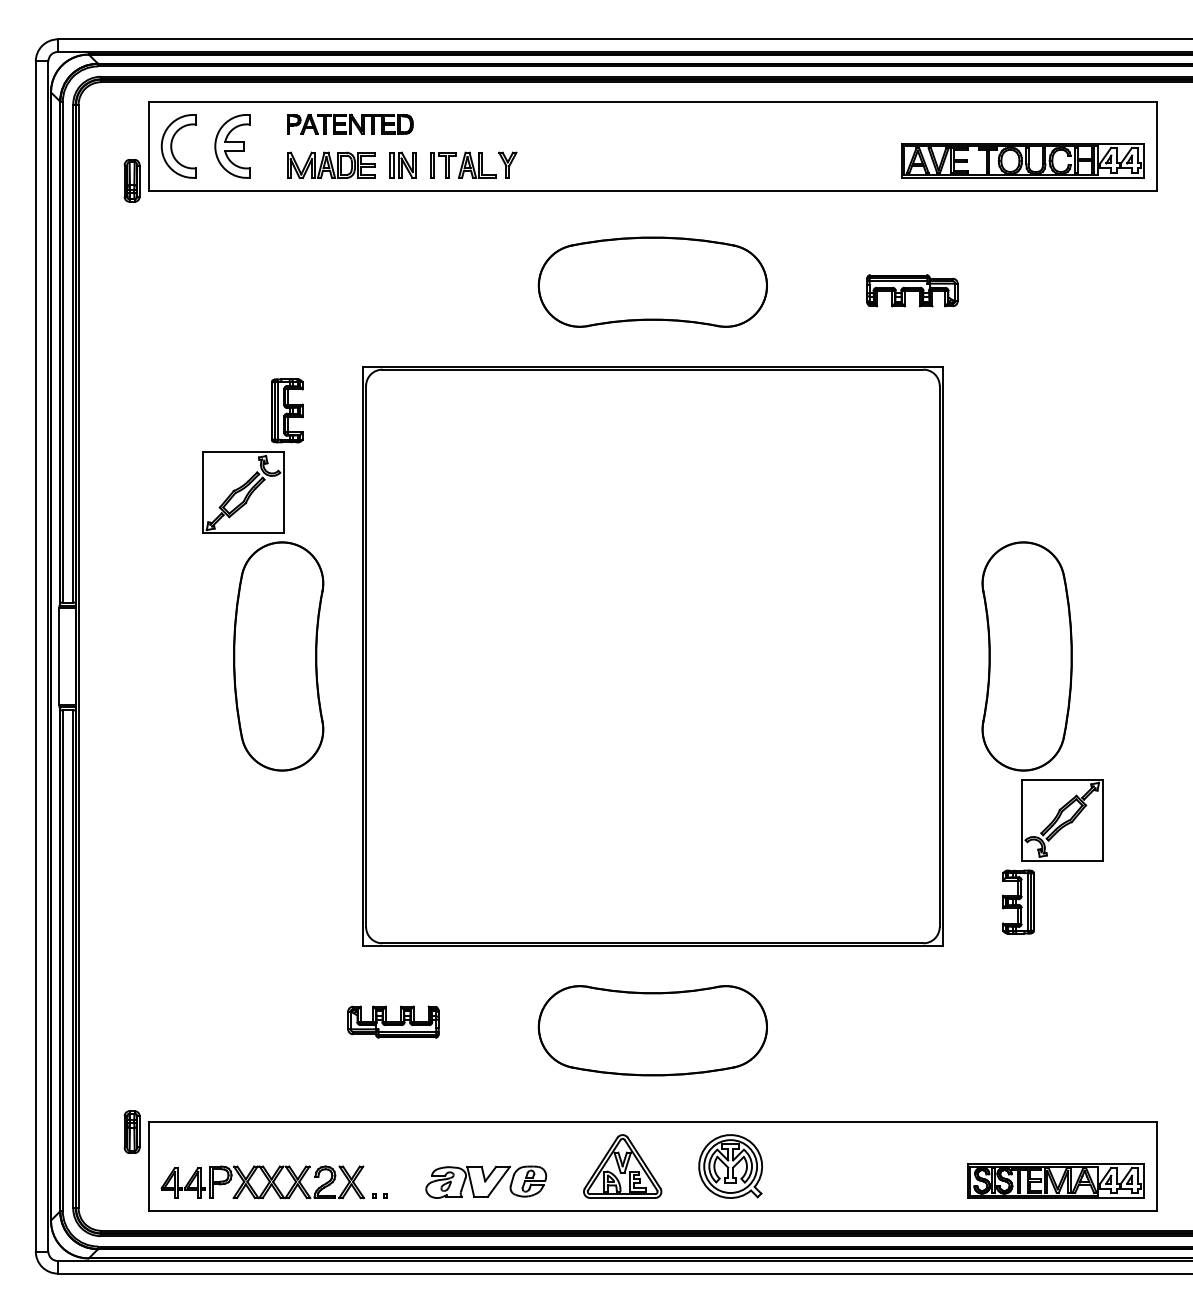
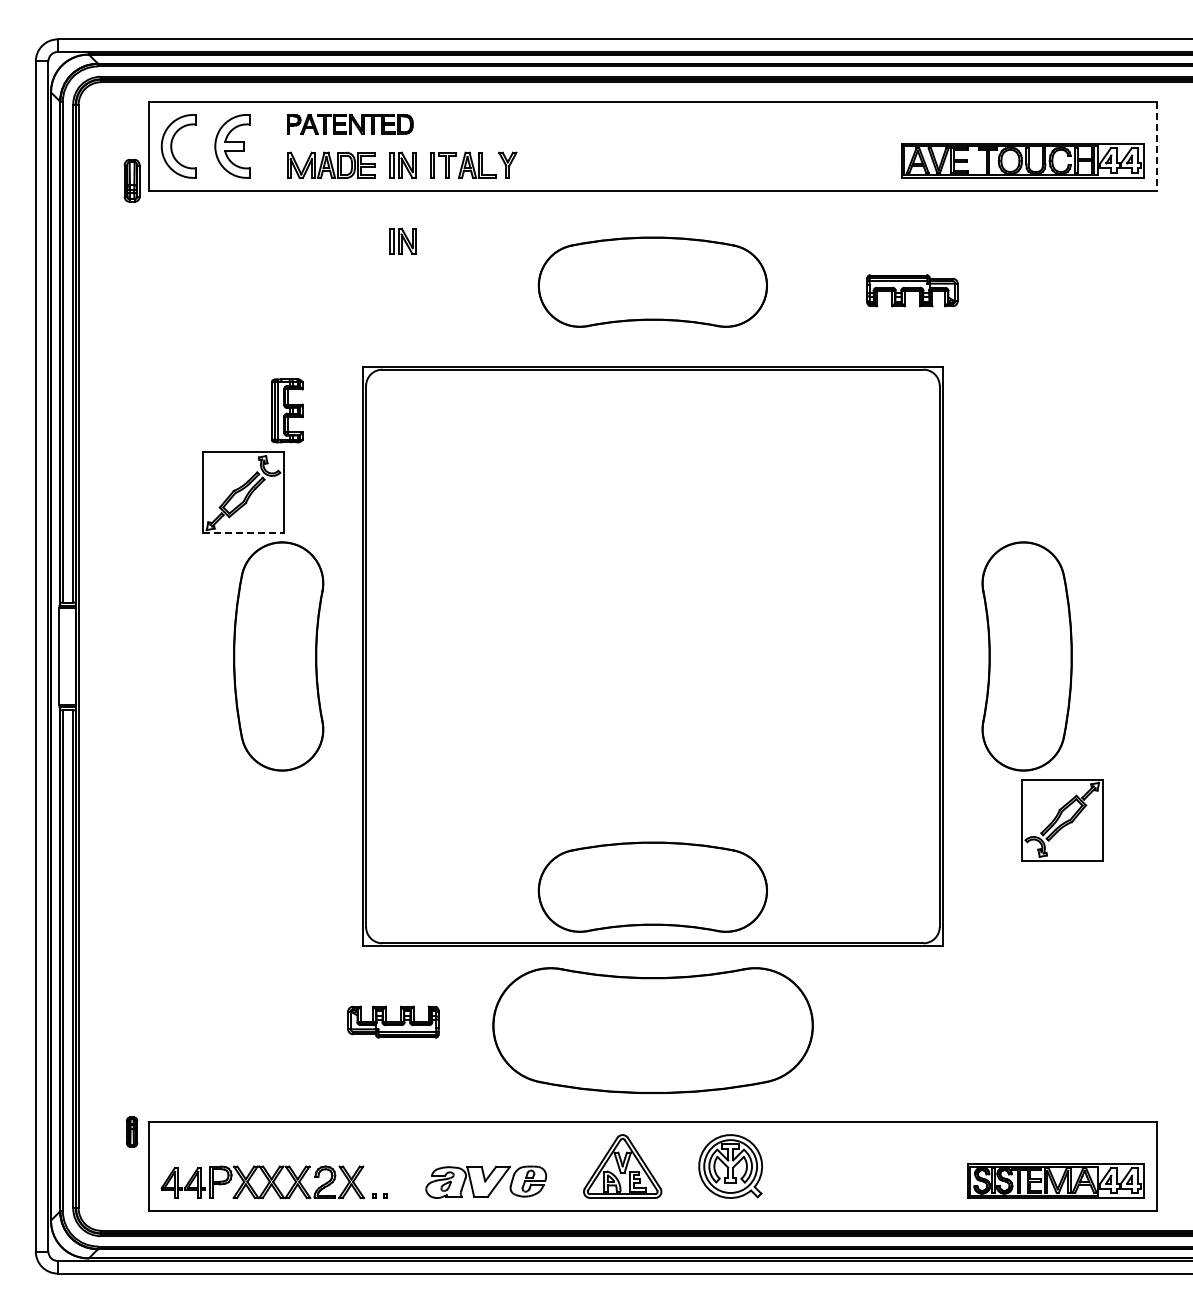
line at (1156, 146): solid -> dashed
part at (402, 240): none -> present
line at (244, 533): solid -> dashed
part at (652, 886): none -> present
part at (1018, 901): present -> none
part at (652, 1030) size: 231x92 px -> 322x127 px
part at (131, 1131) size: 18x44 px -> 13x32 px
